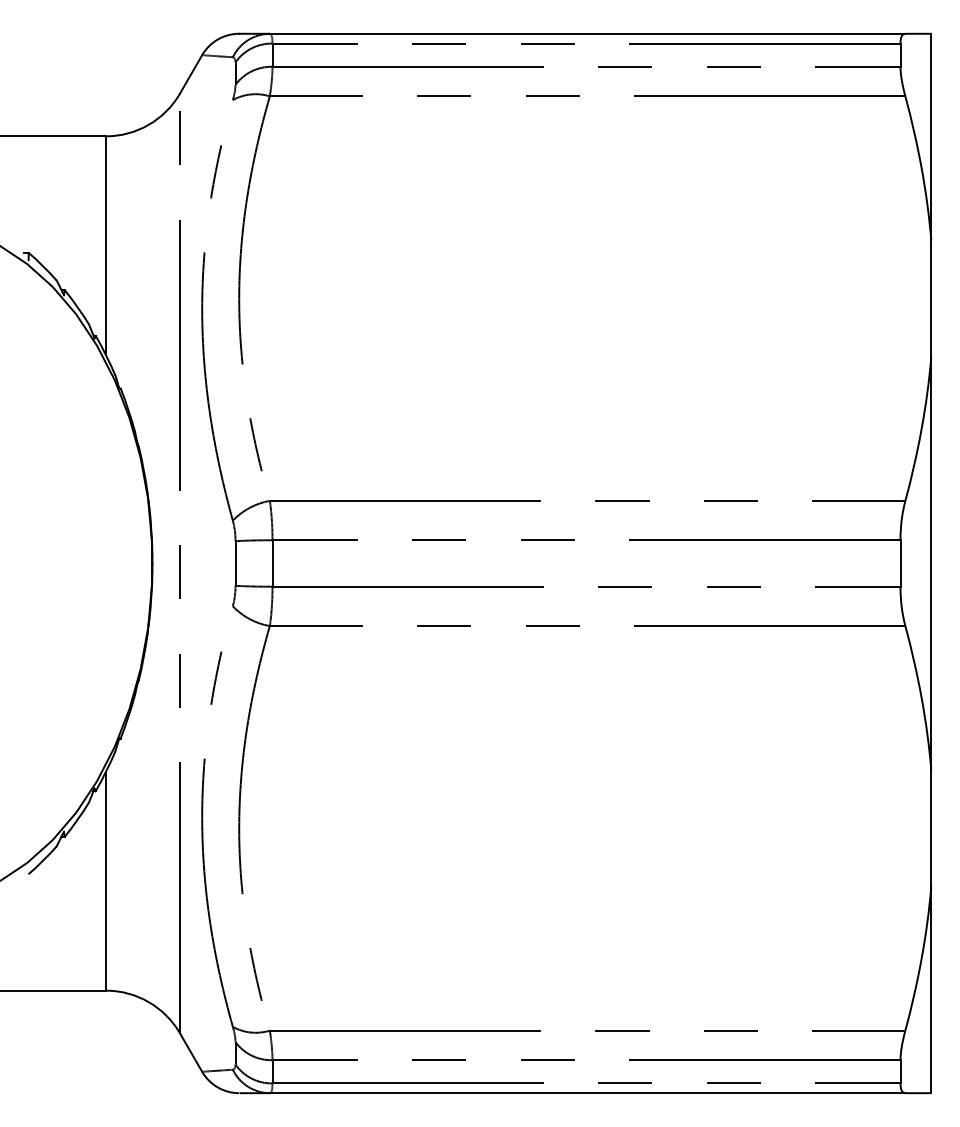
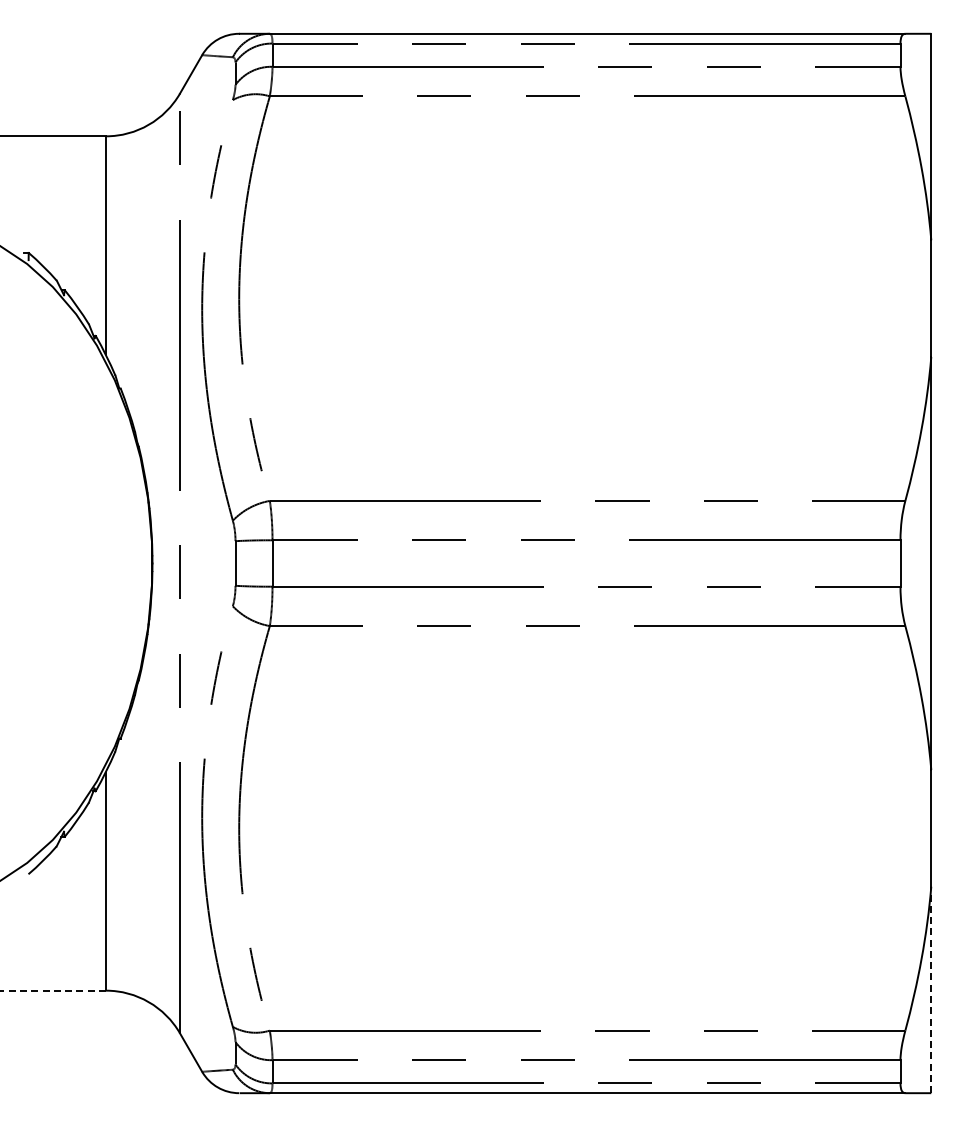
line at (931, 989): solid -> dashed
line at (53, 990): solid -> dashed
